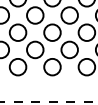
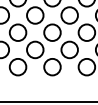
line at (48, 101): dashed -> solid
